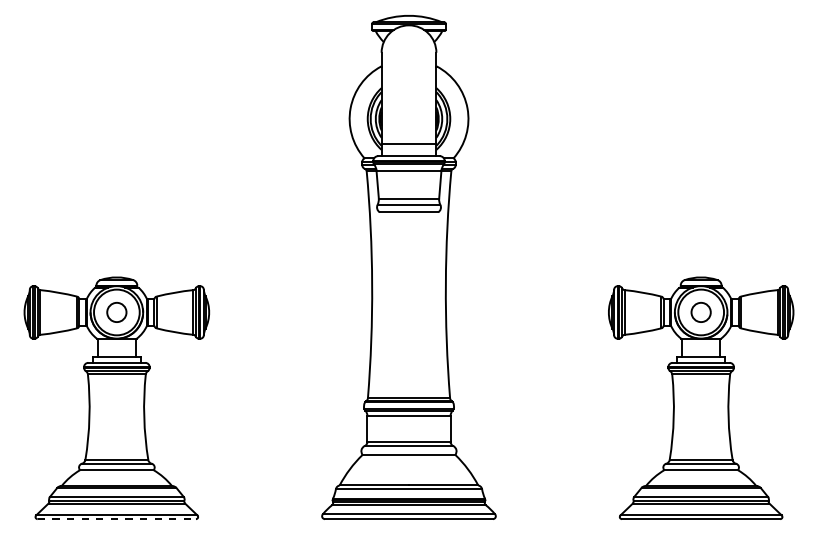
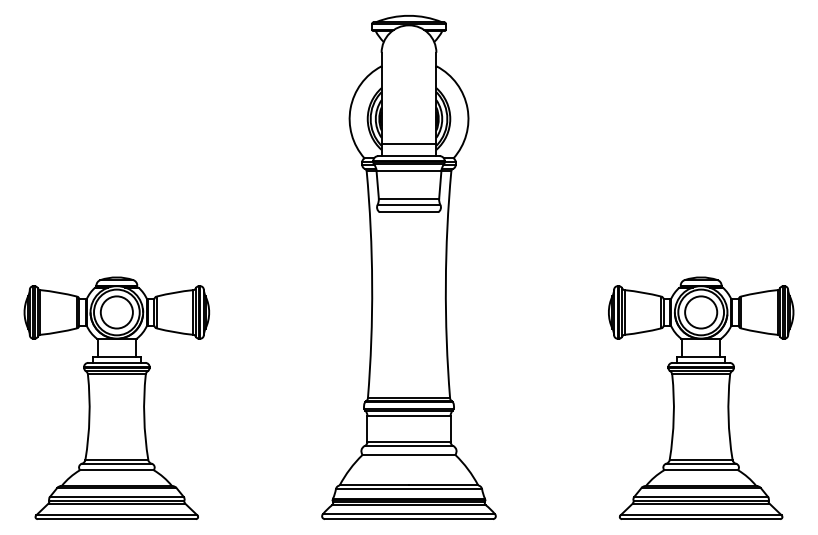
circle at (116, 312) diameter: 19 px -> 32 px
circle at (700, 312) diameter: 19 px -> 32 px
line at (117, 519): dashed -> solid
